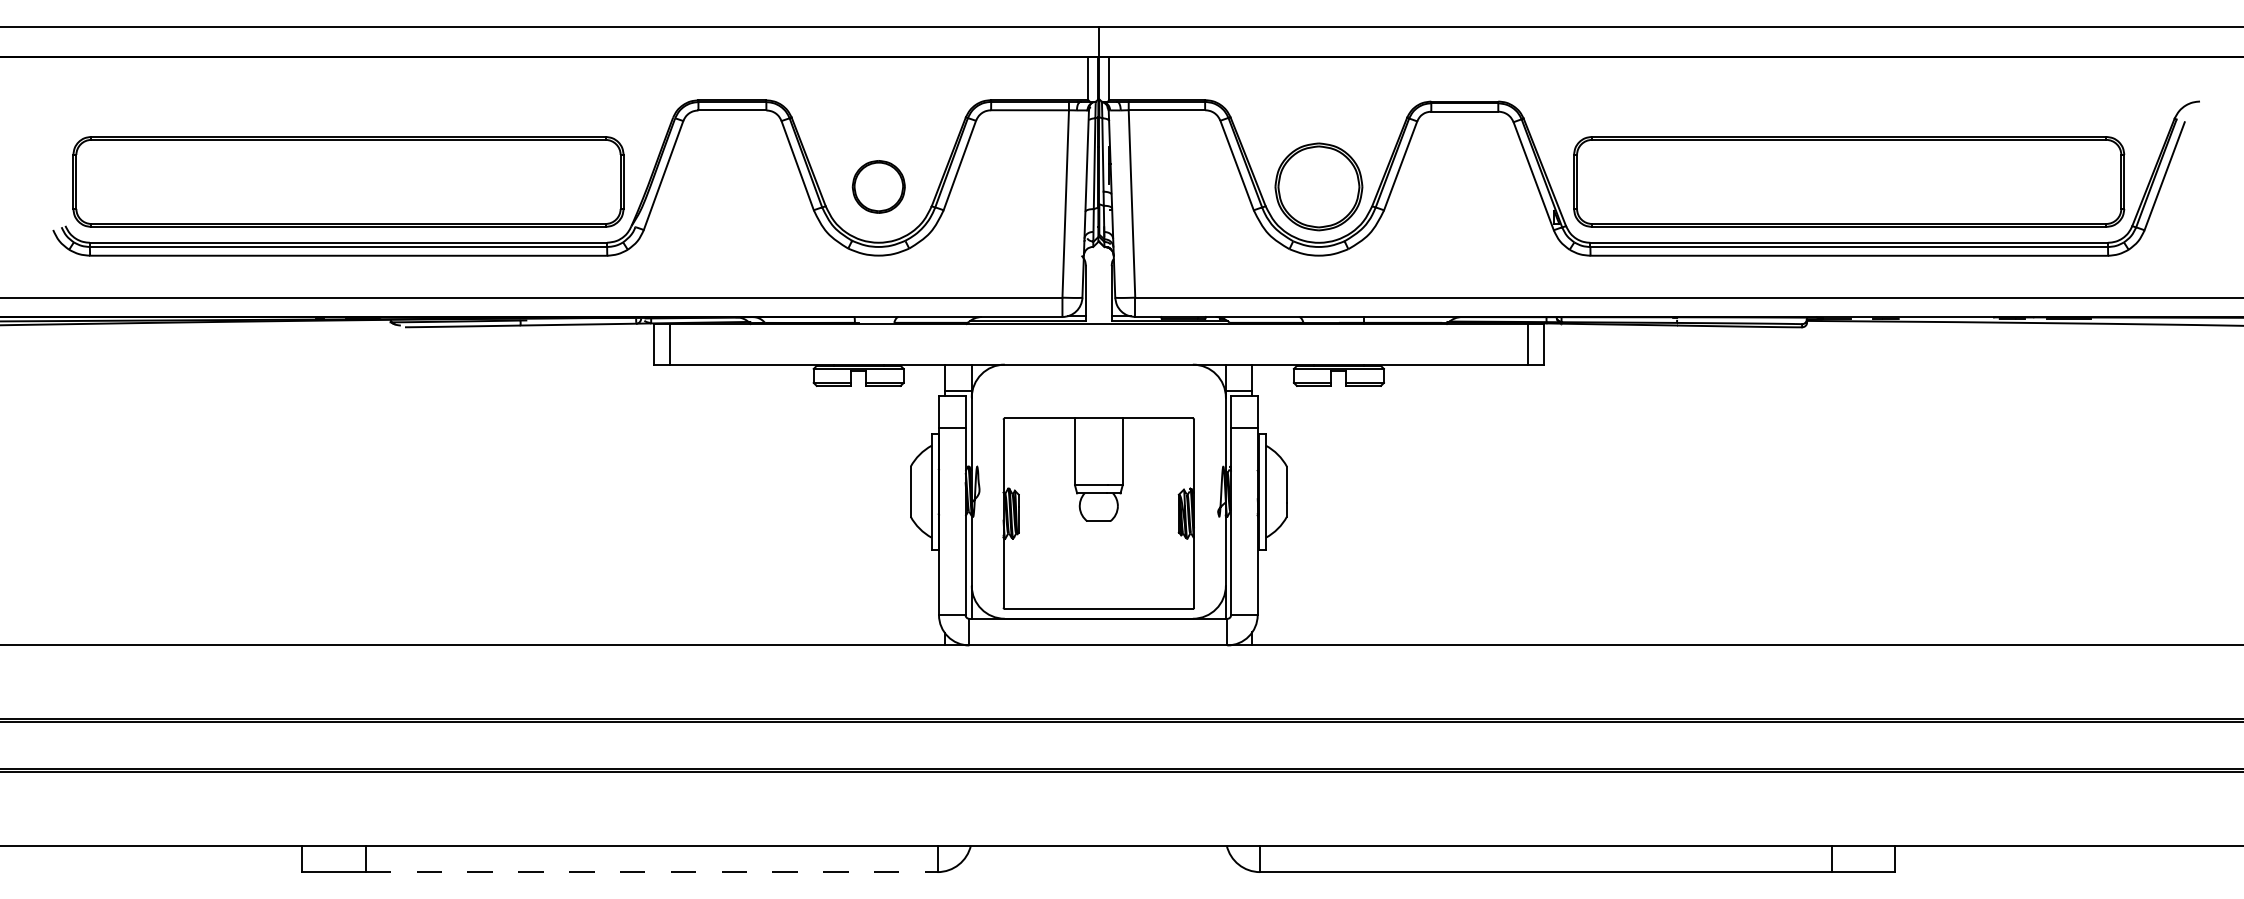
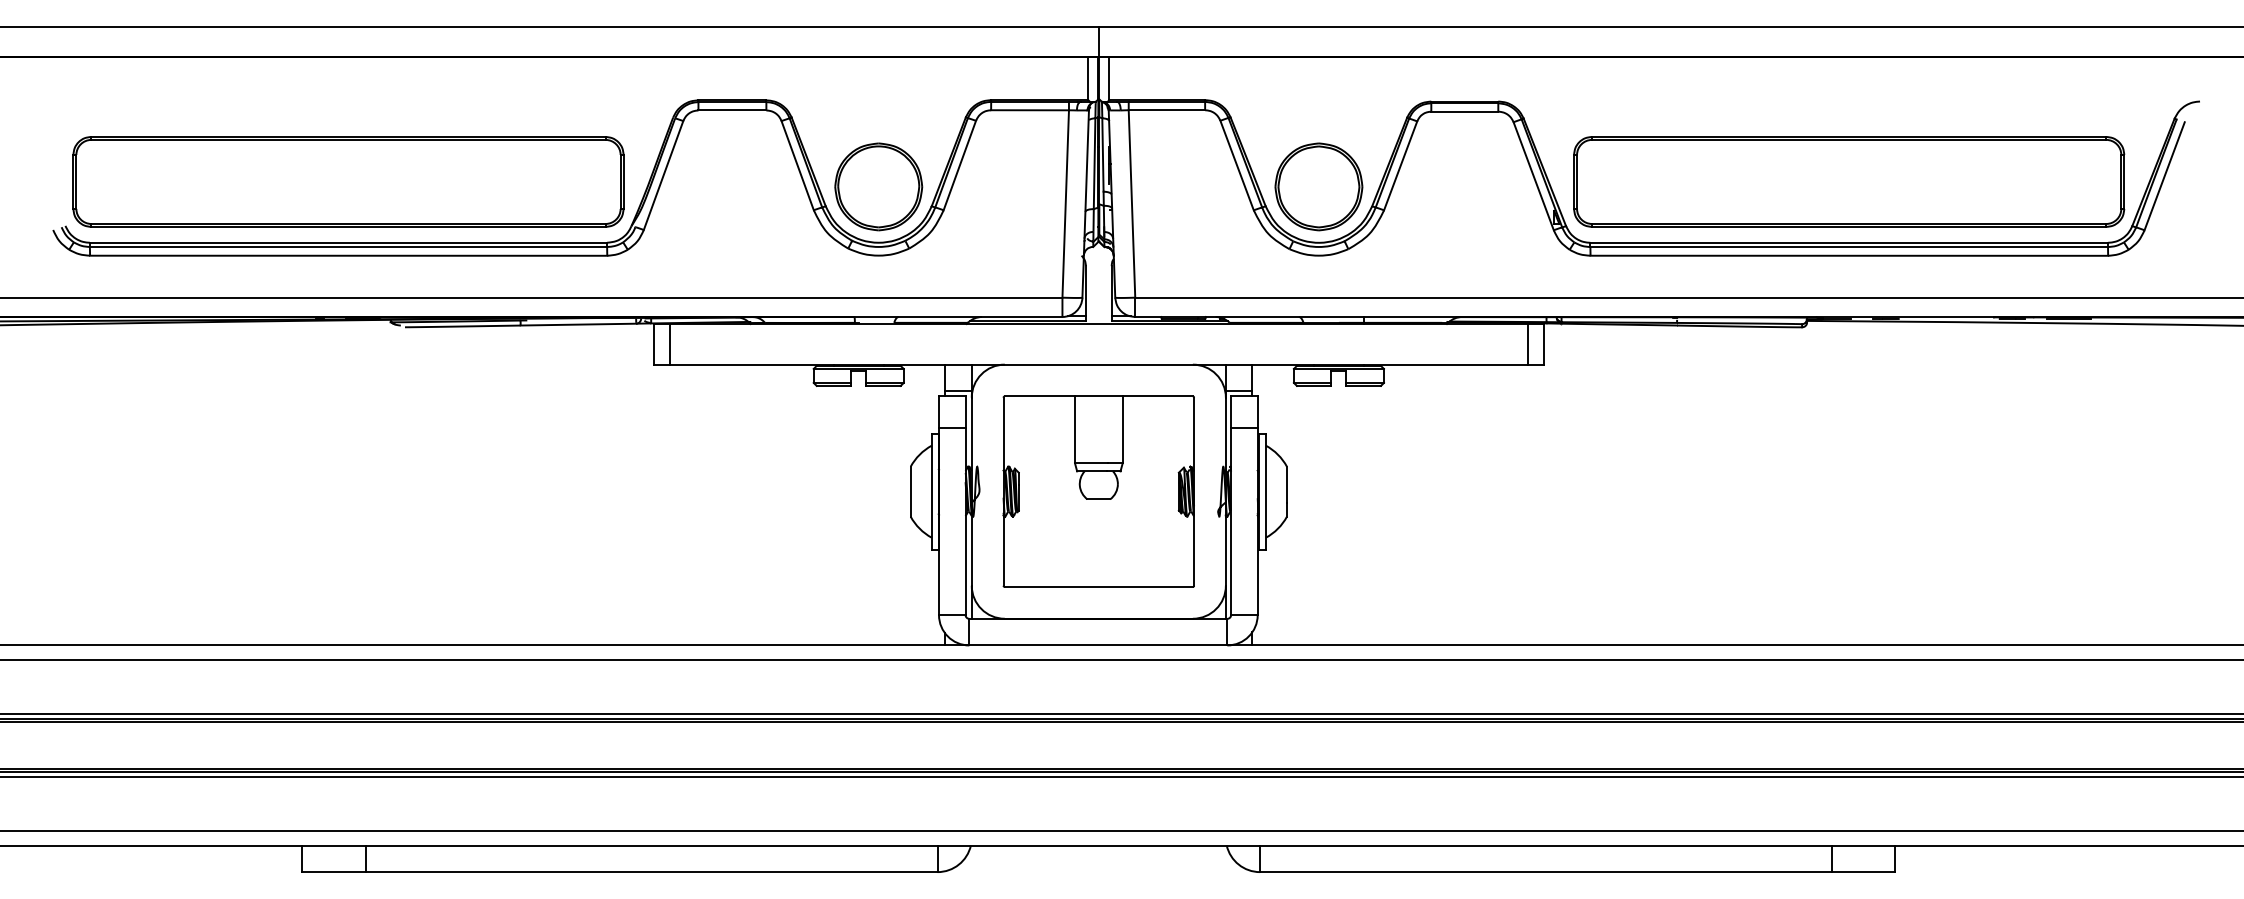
part at (878, 186) size: 55x54 px -> 90x90 px
part at (1098, 513) position: (1098, 513) -> (1098, 491)
line at (1121, 660): none -> present
line at (1121, 714): none -> present
line at (1121, 776): none -> present
line at (1121, 830): none -> present
line at (651, 872): dashed -> solid
